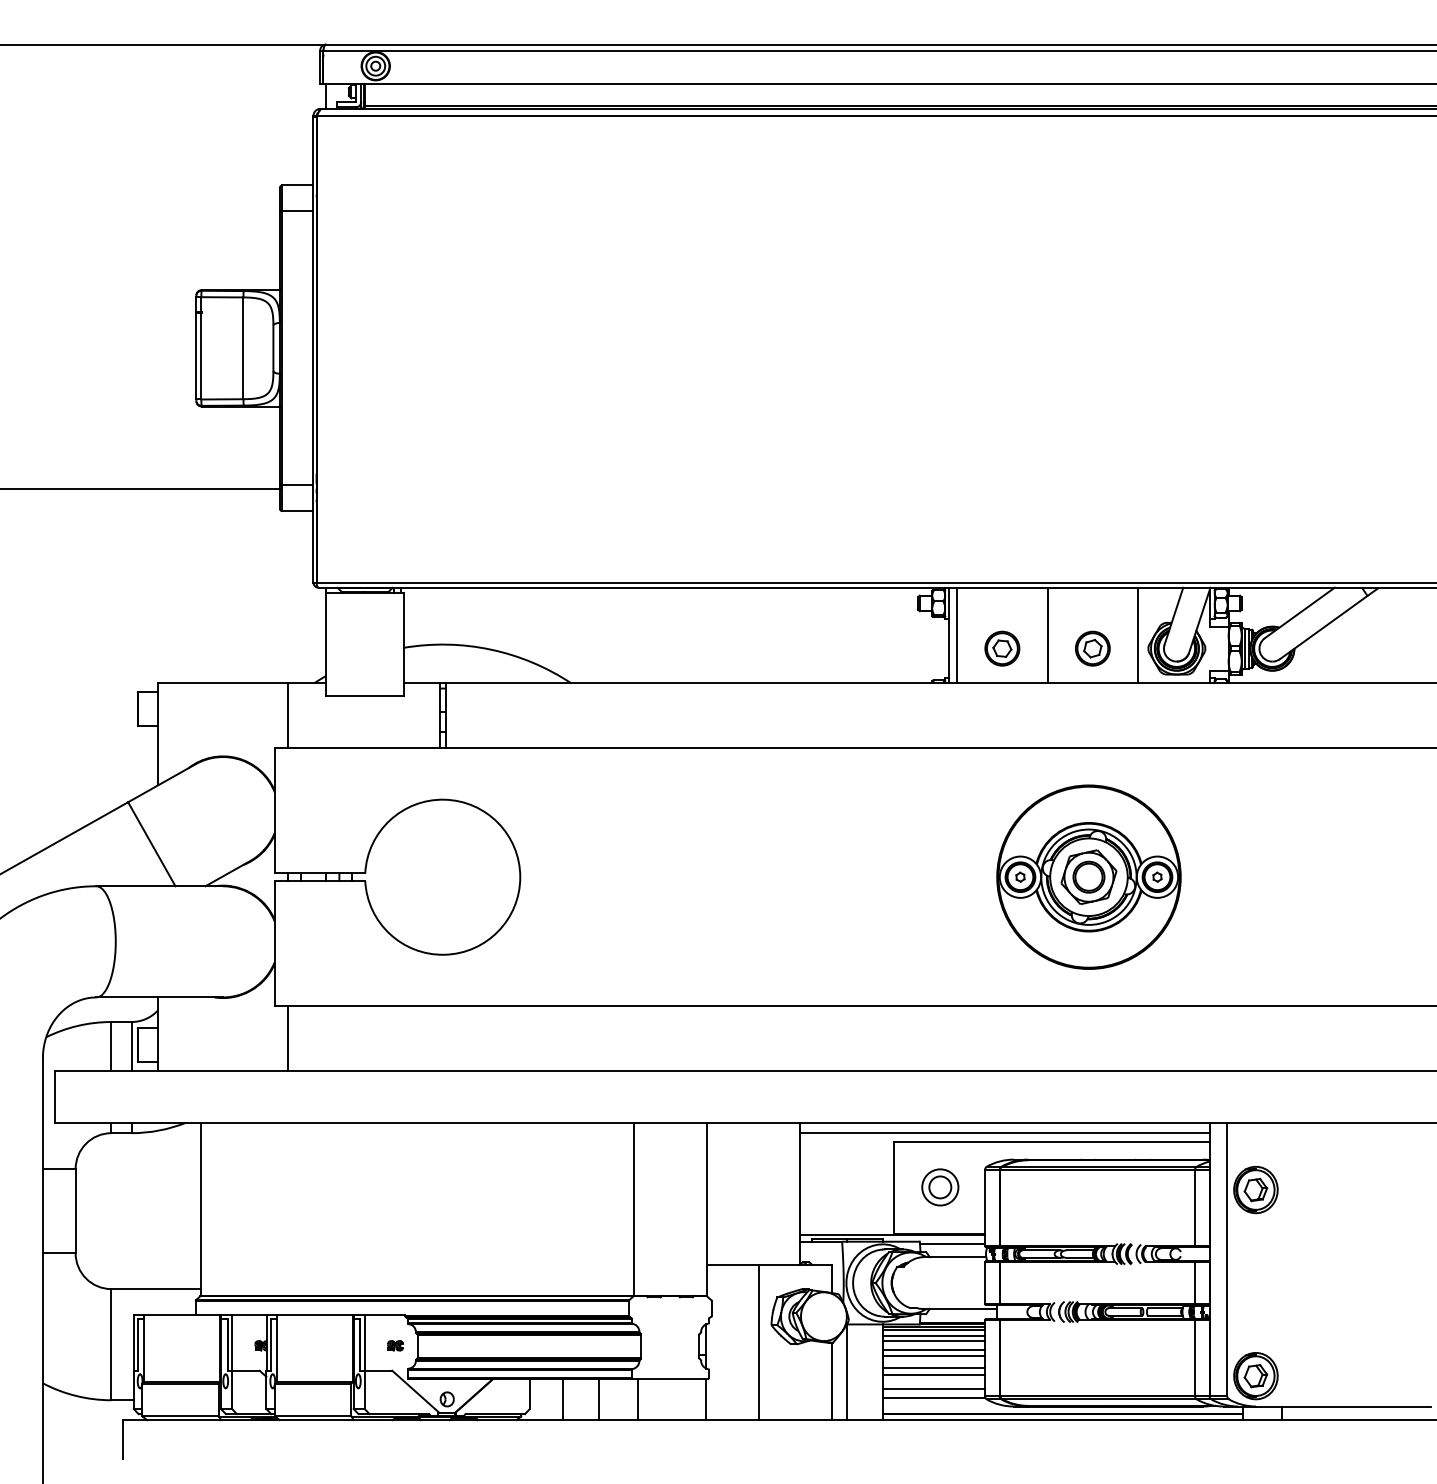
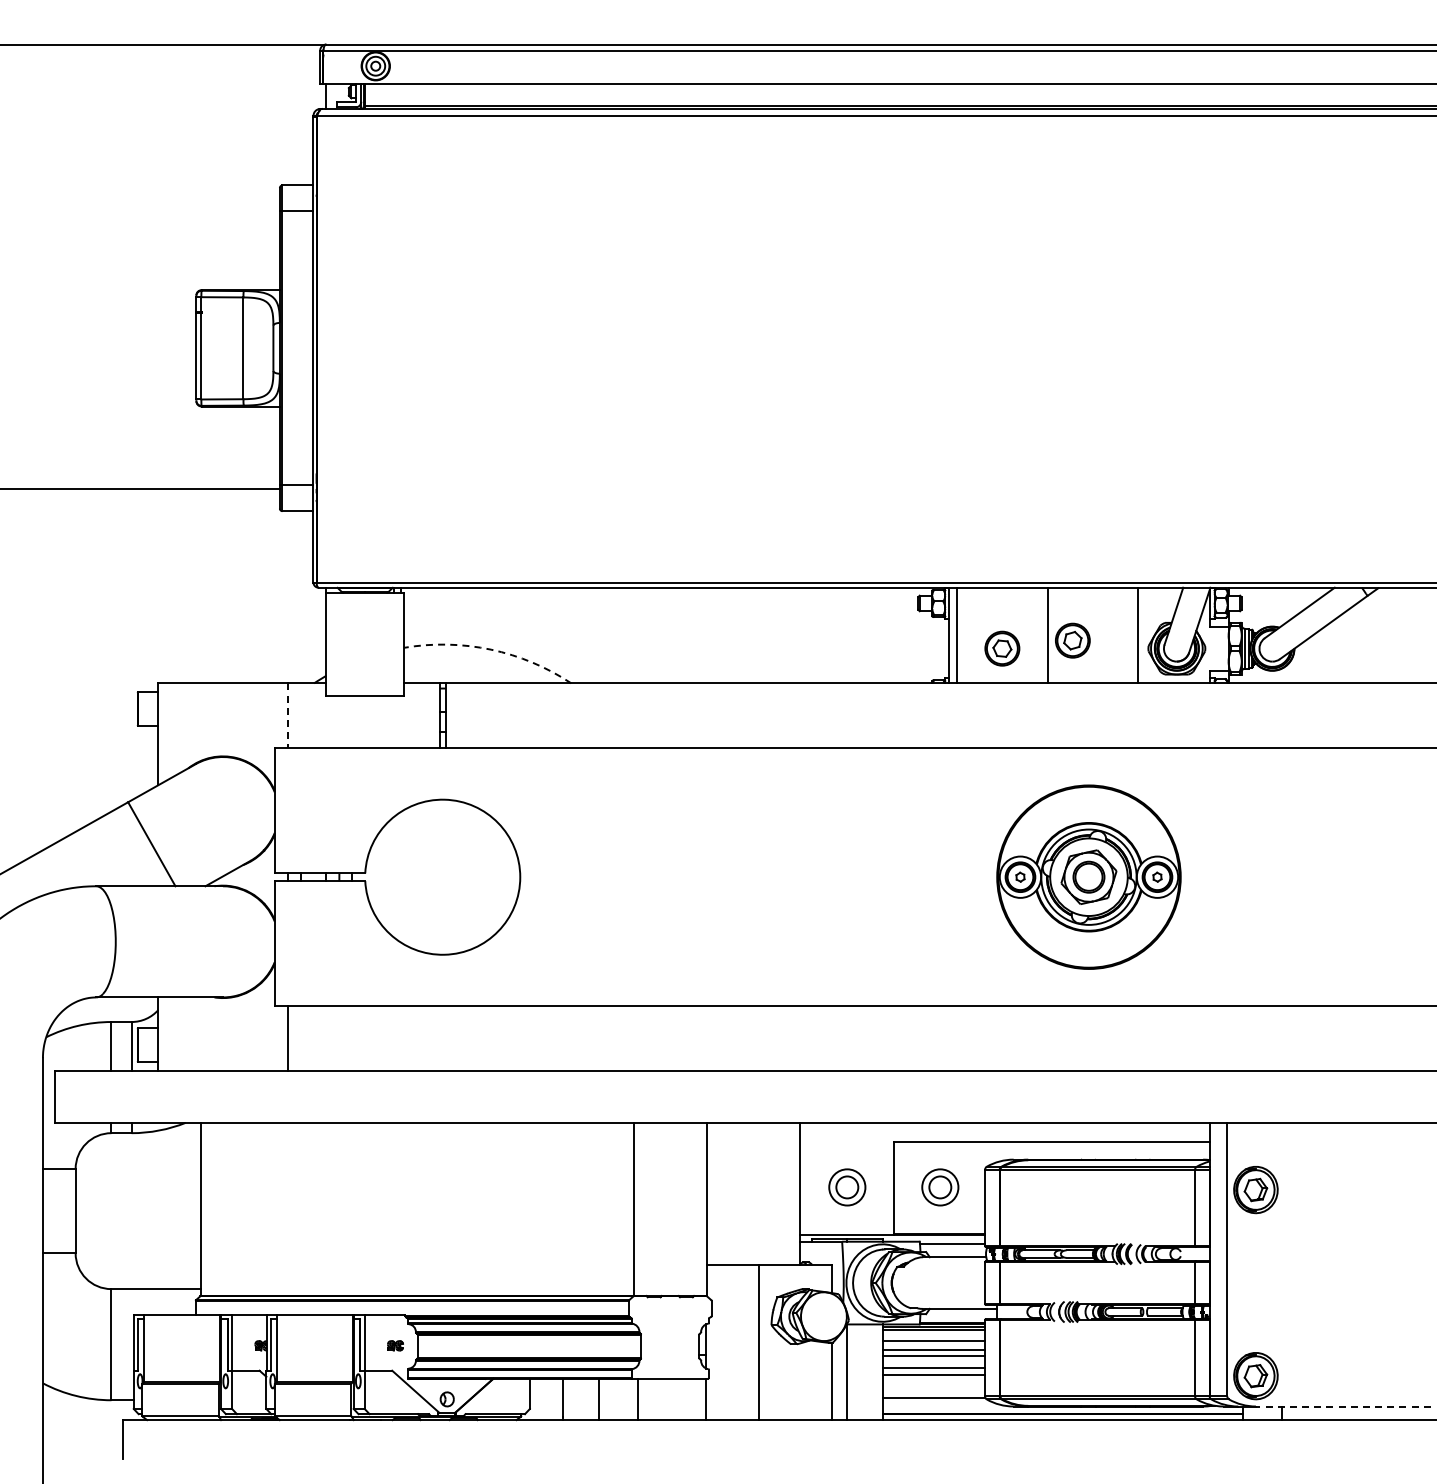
part at (1092, 648) position: (1092, 648) -> (1072, 640)
arc at (491, 649): solid -> dashed
line at (287, 716): solid -> dashed
line at (1004, 1133): present -> none
part at (847, 1187): none -> present
line at (934, 1336): present -> none
line at (934, 1389): present -> none
line at (1342, 1406): solid -> dashed
